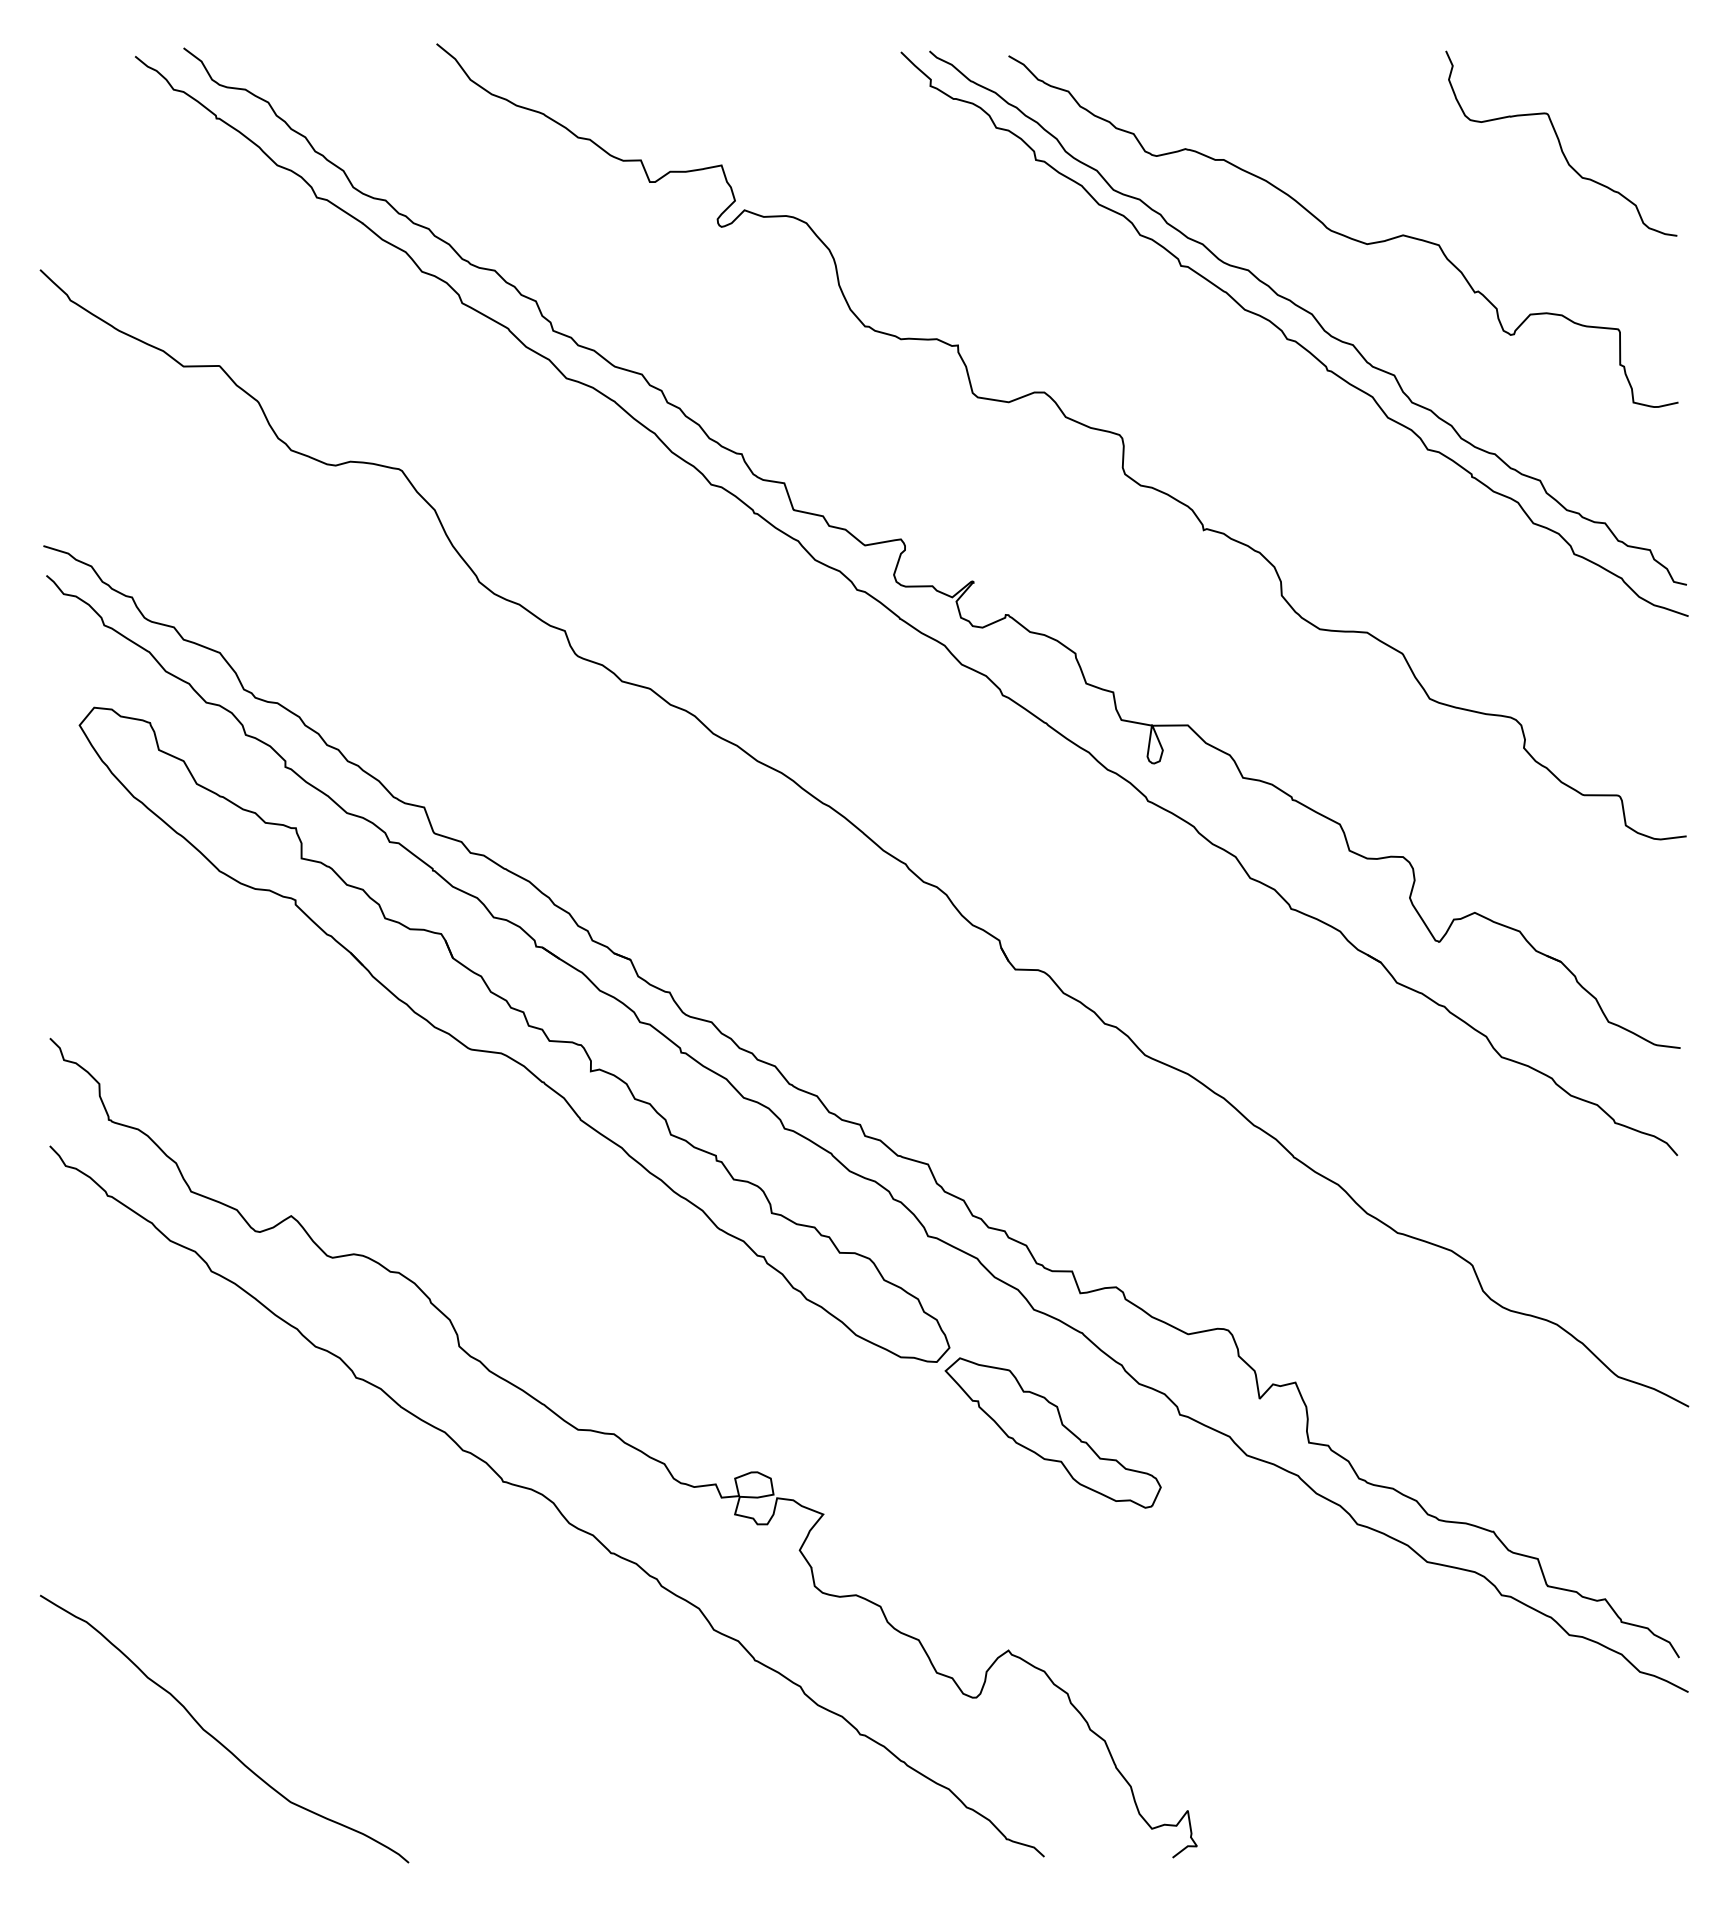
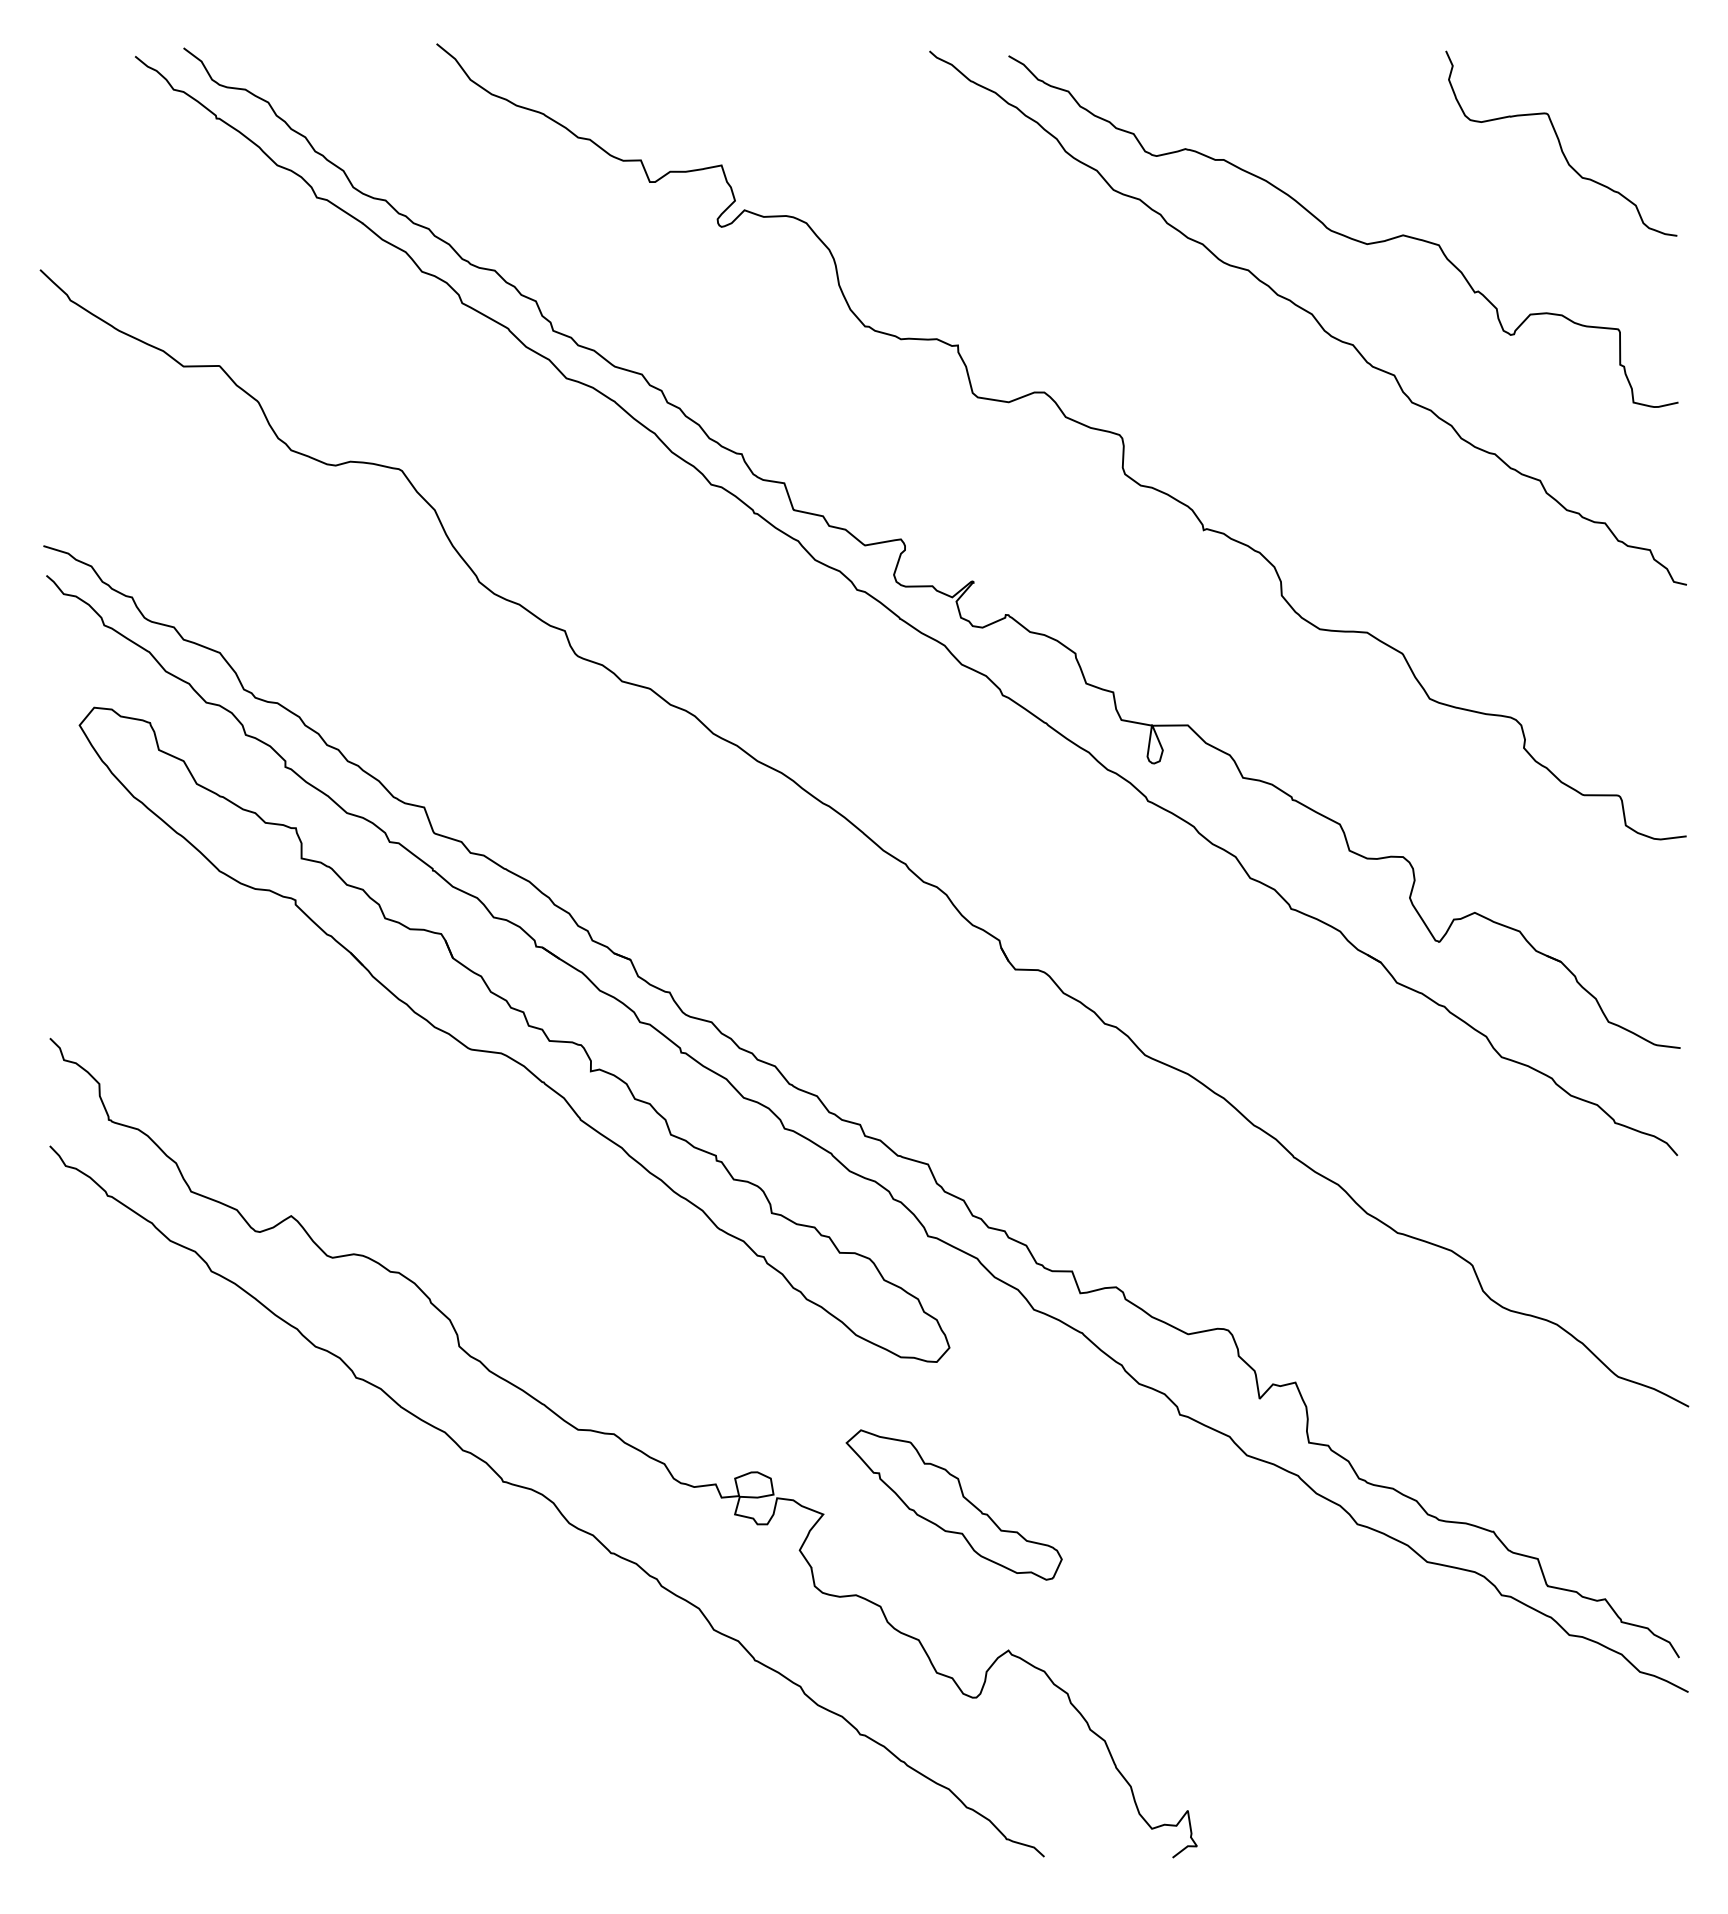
curve at (1292, 339): present -> none
part at (1052, 1432) position: (1052, 1432) -> (953, 1504)
curve at (215, 1737): present -> none
